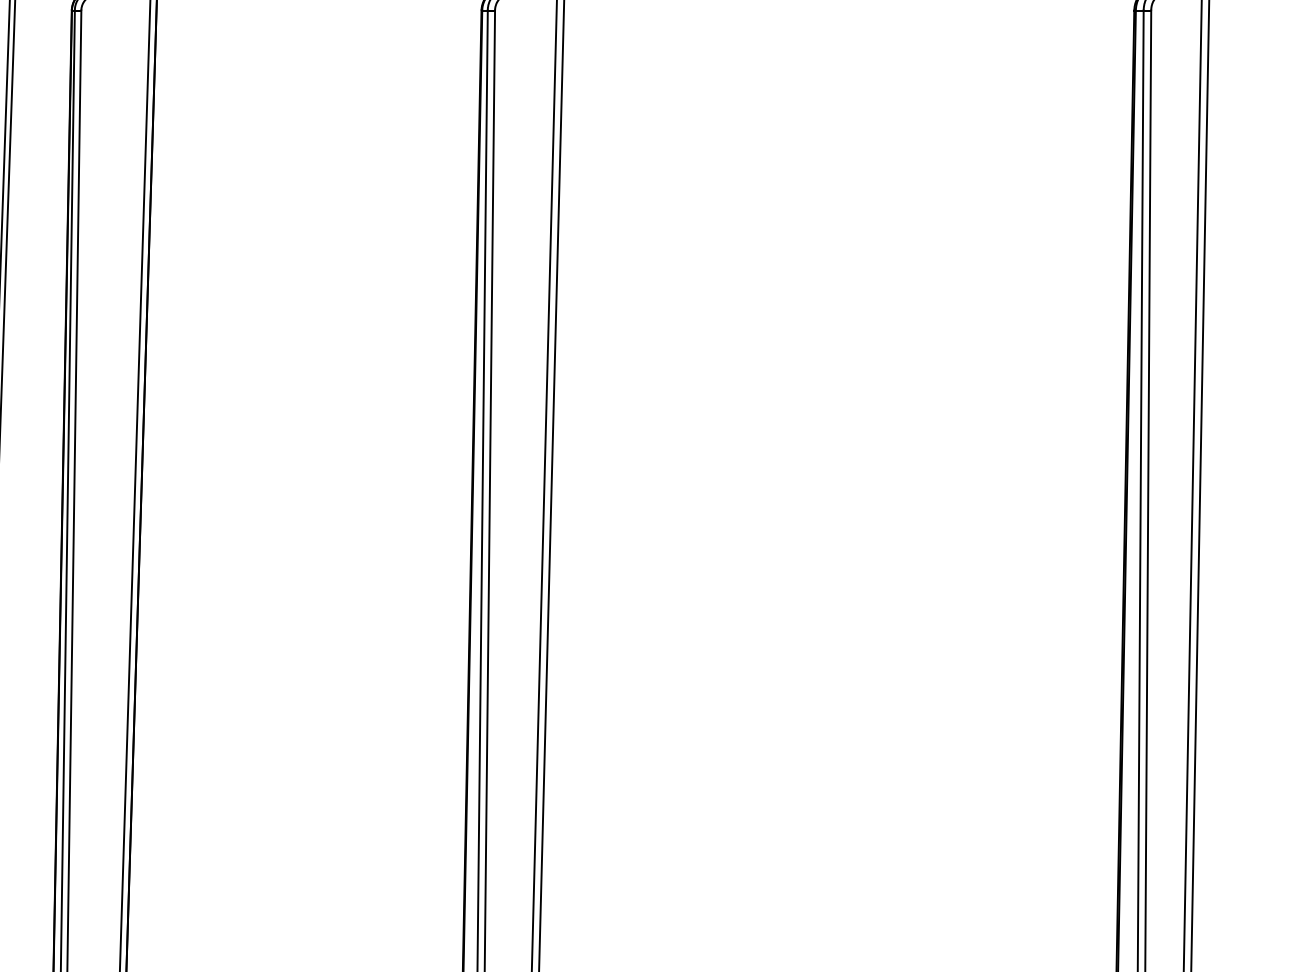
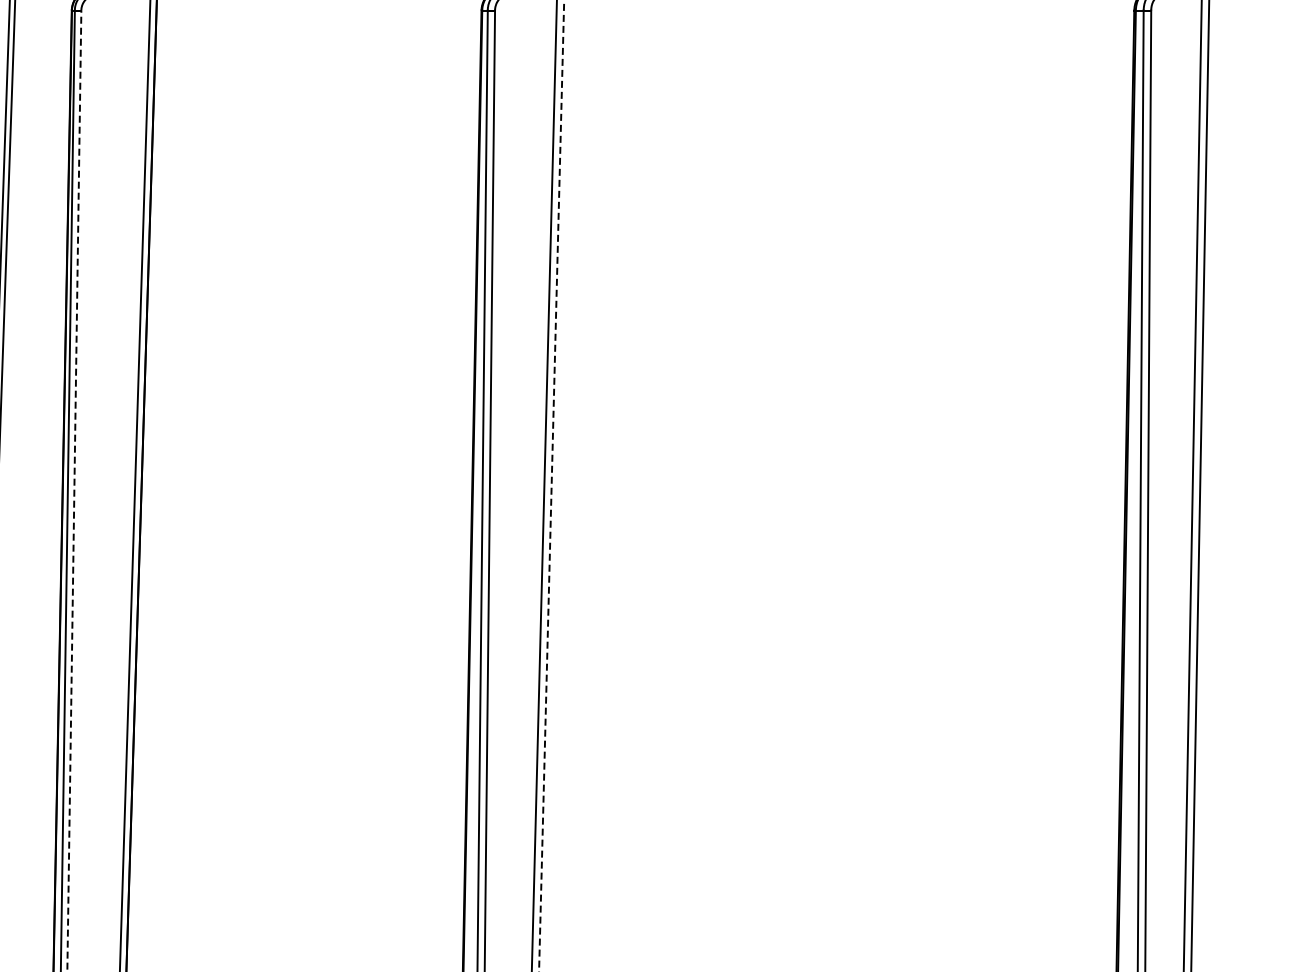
line at (551, 485): solid -> dashed
line at (74, 491): solid -> dashed
